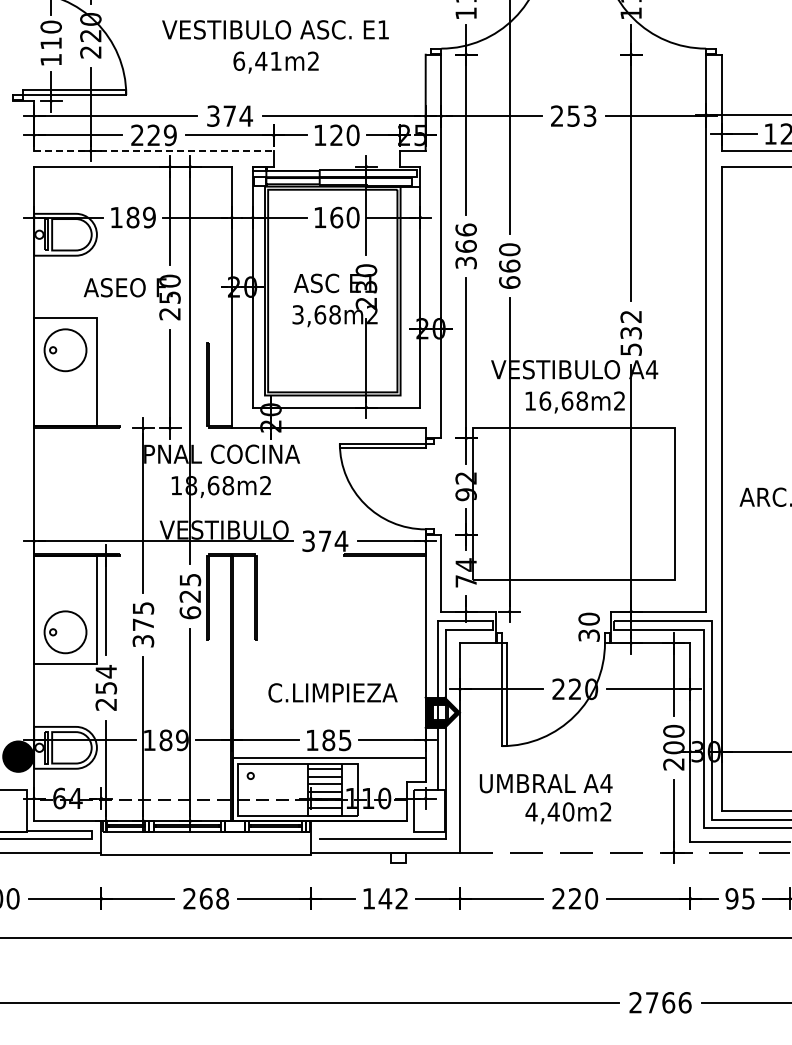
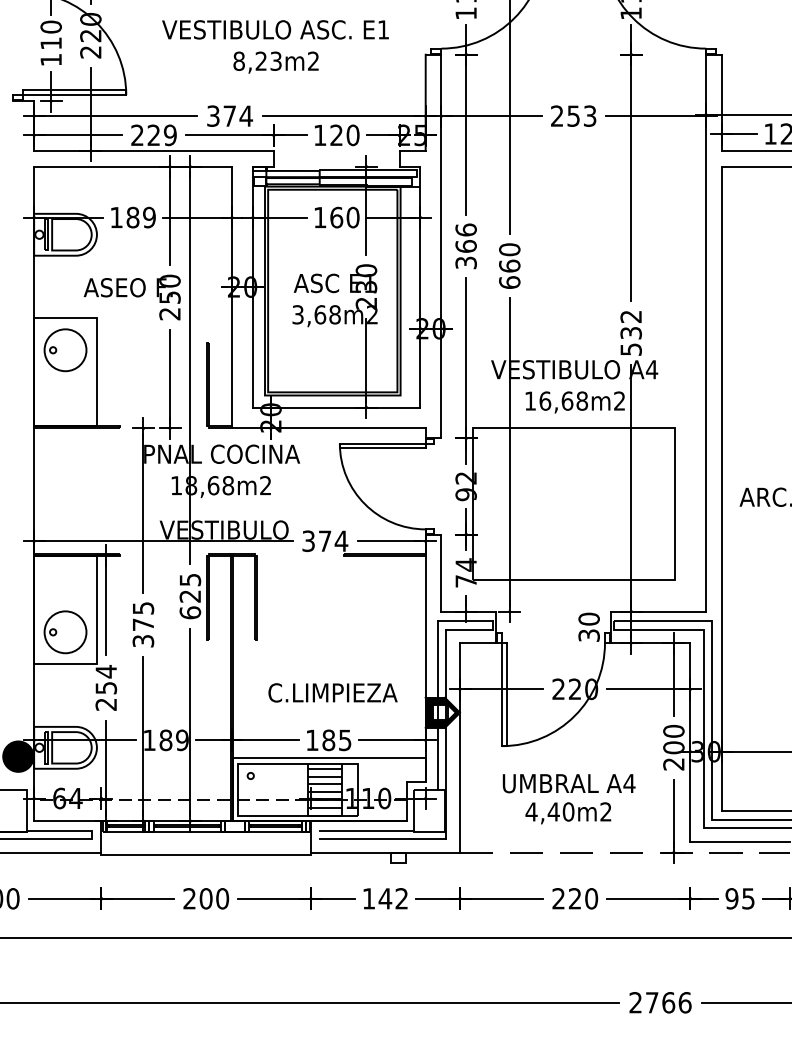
text at (257, 60): 6,41m2 -> 8,23m2
line at (154, 151): dashed -> solid
text at (545, 783) position: (545, 783) -> (568, 783)
line at (366, 830): none -> present
text at (214, 898): 268 -> 200
